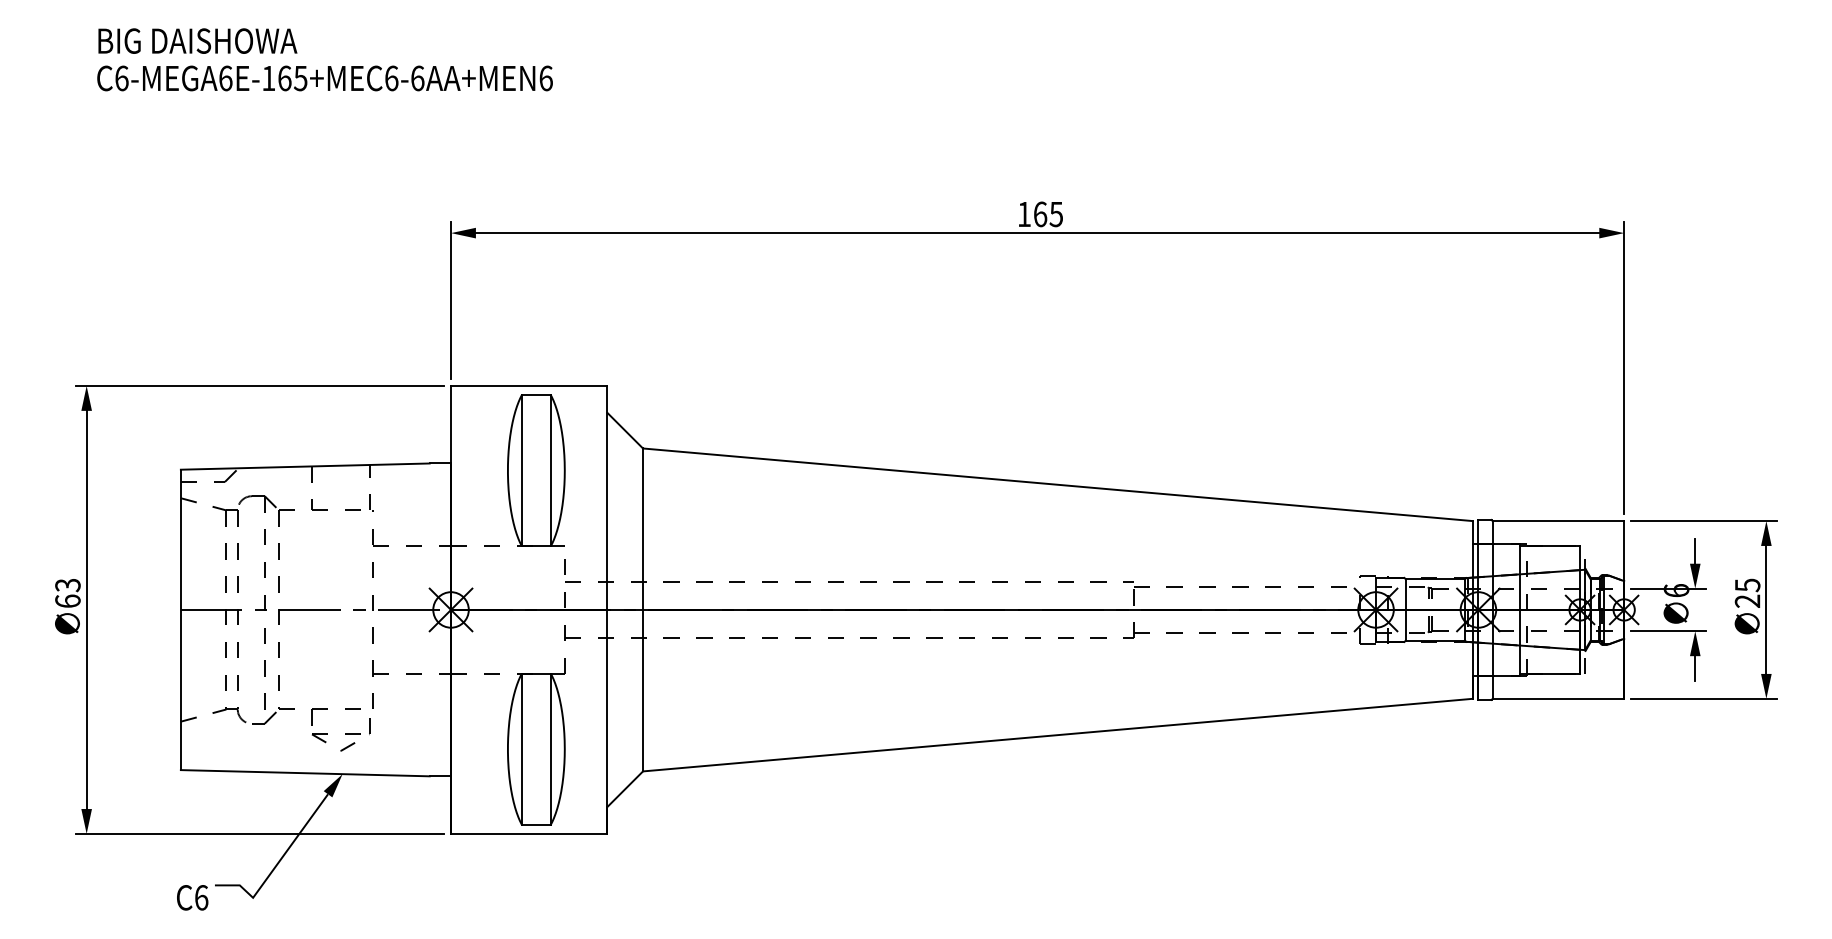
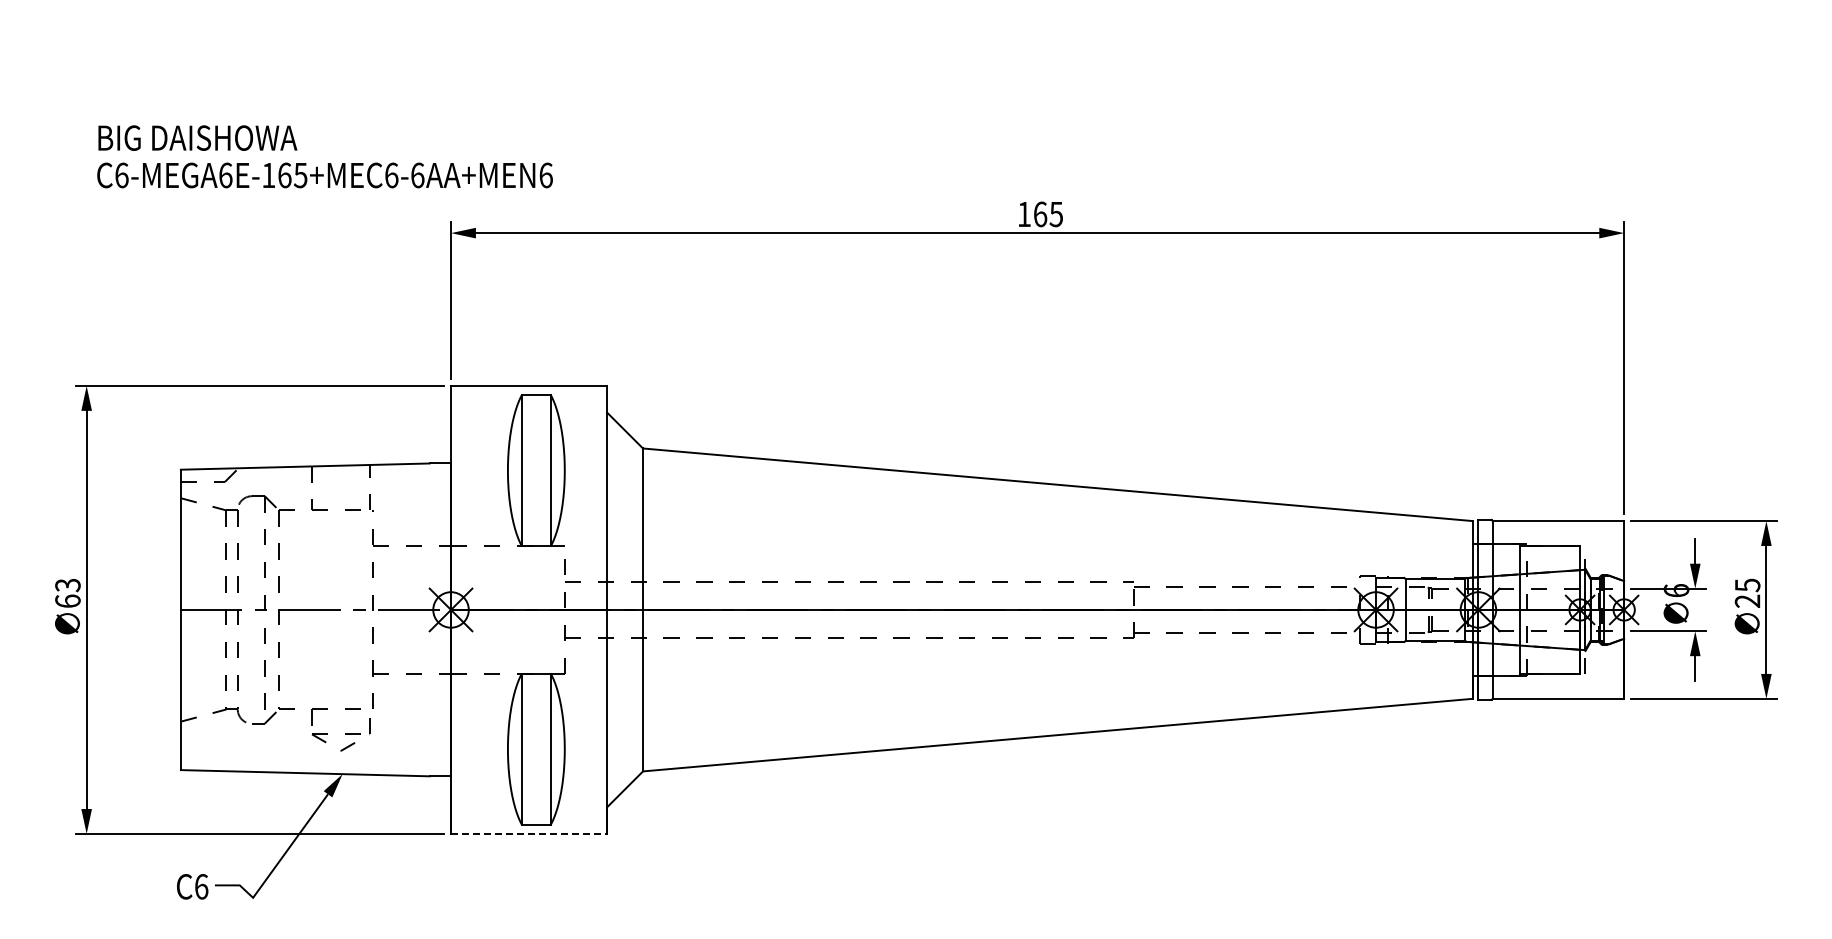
text at (324, 59) position: (324, 59) -> (324, 156)
line at (529, 833): solid -> dashed
text at (192, 897) position: (192, 897) -> (192, 886)
